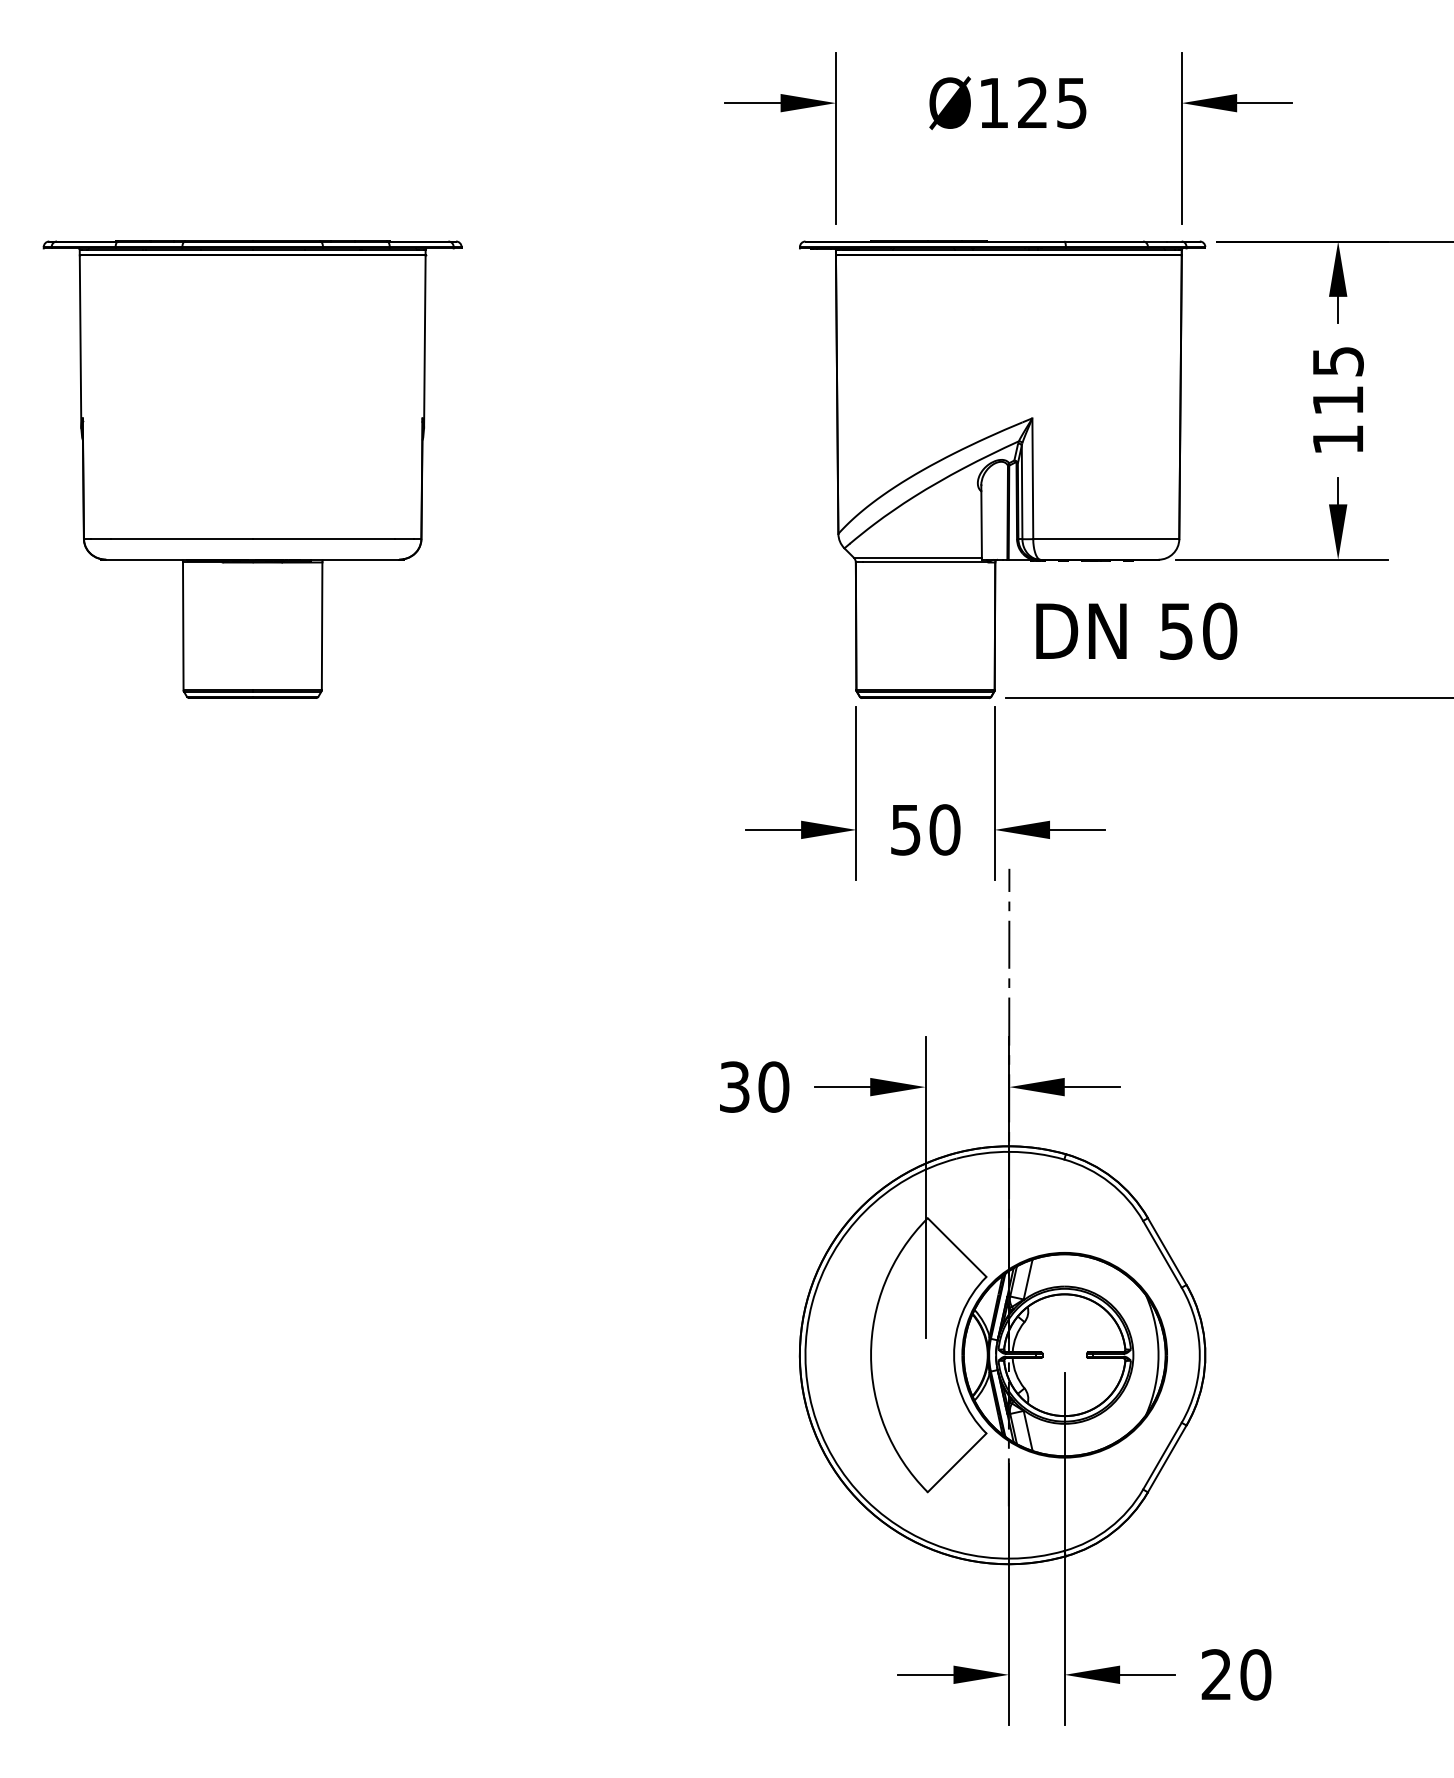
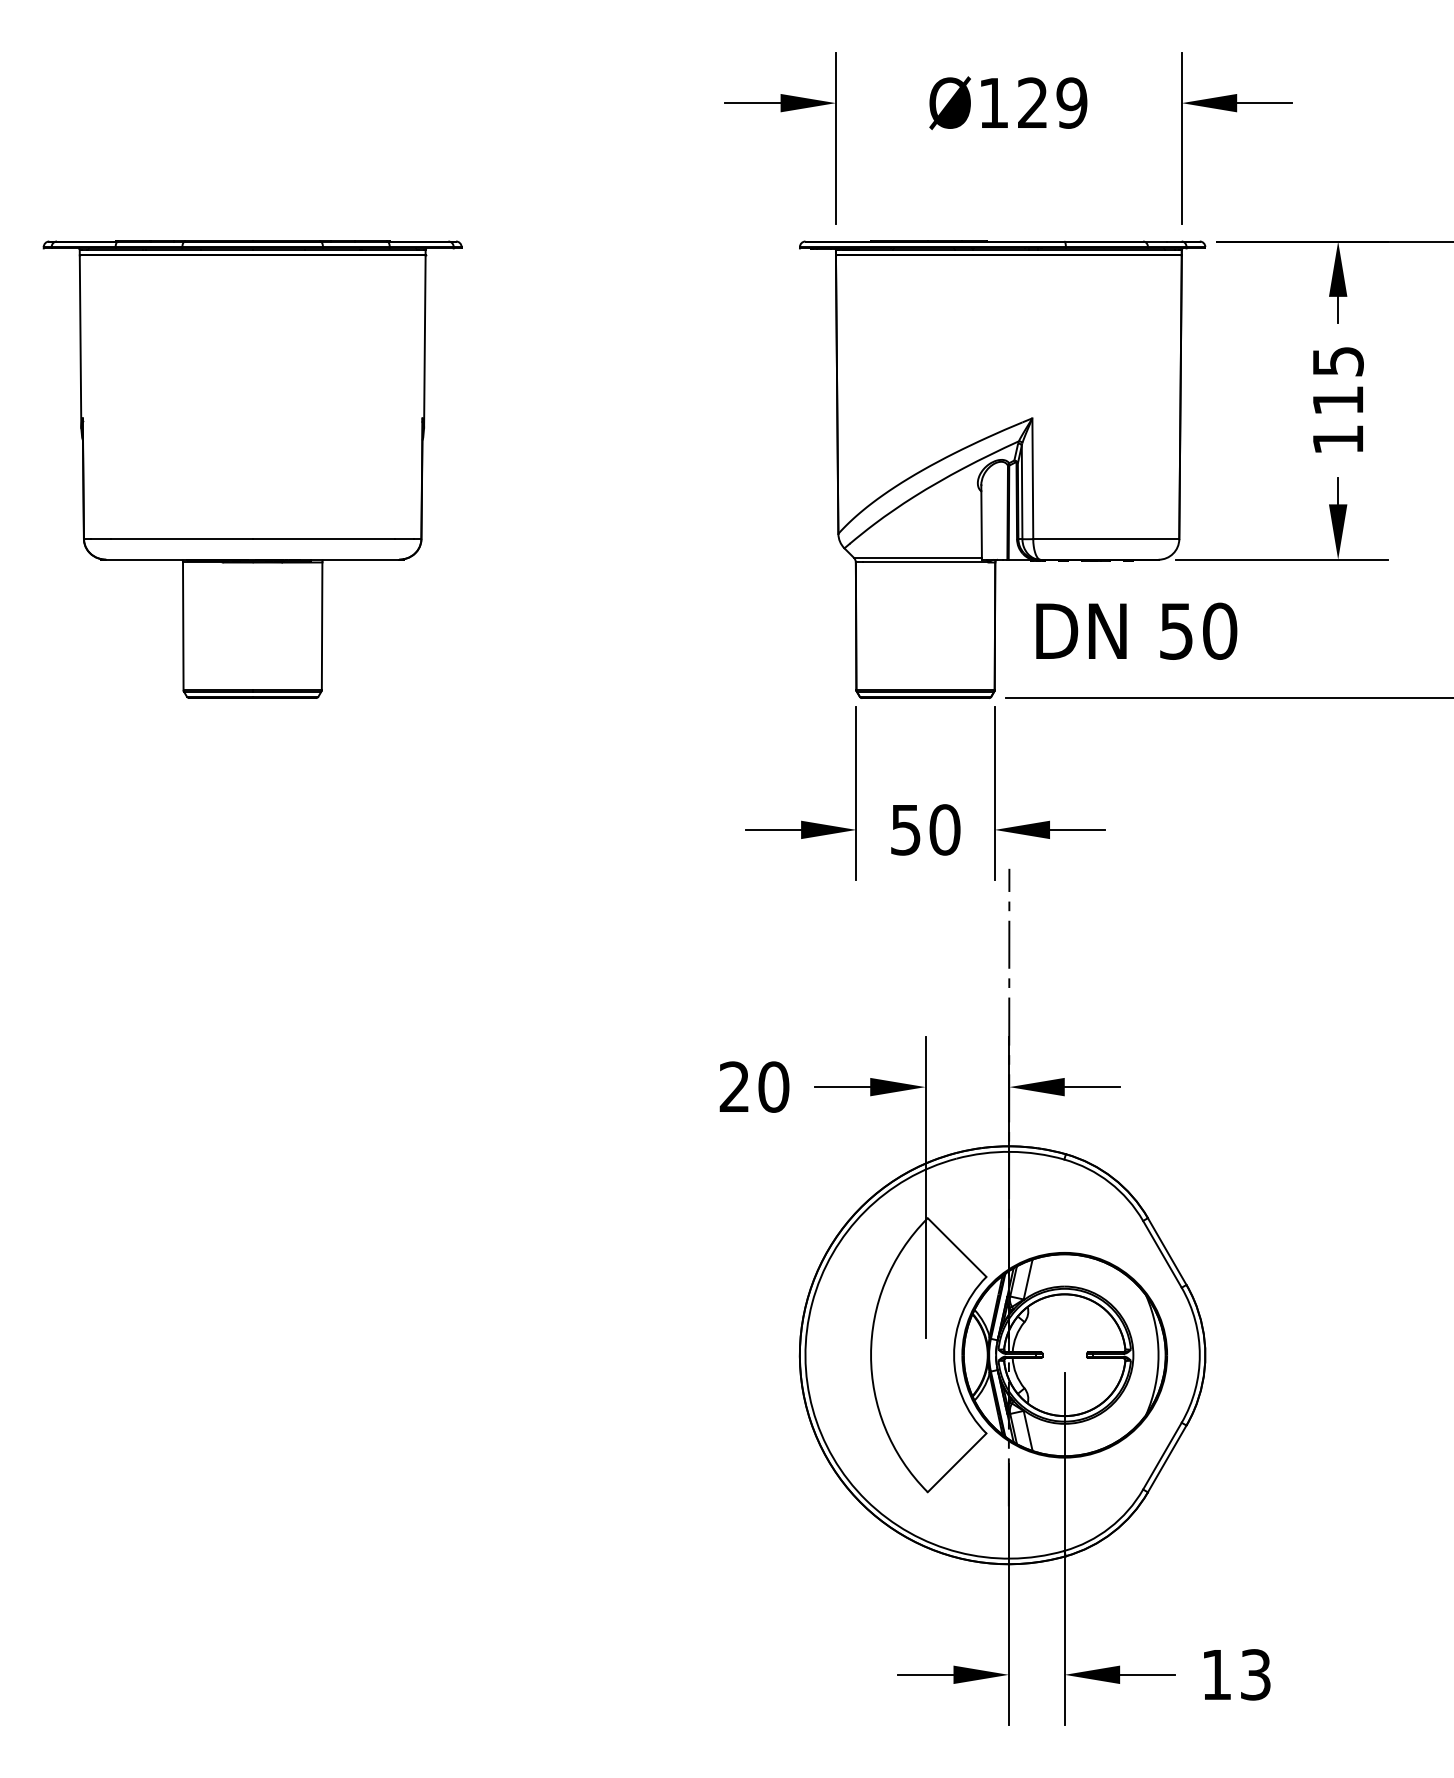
text at (1071, 102): Ø125 -> Ø129
text at (734, 1086): 30 -> 20
text at (1236, 1674): 20 -> 13
